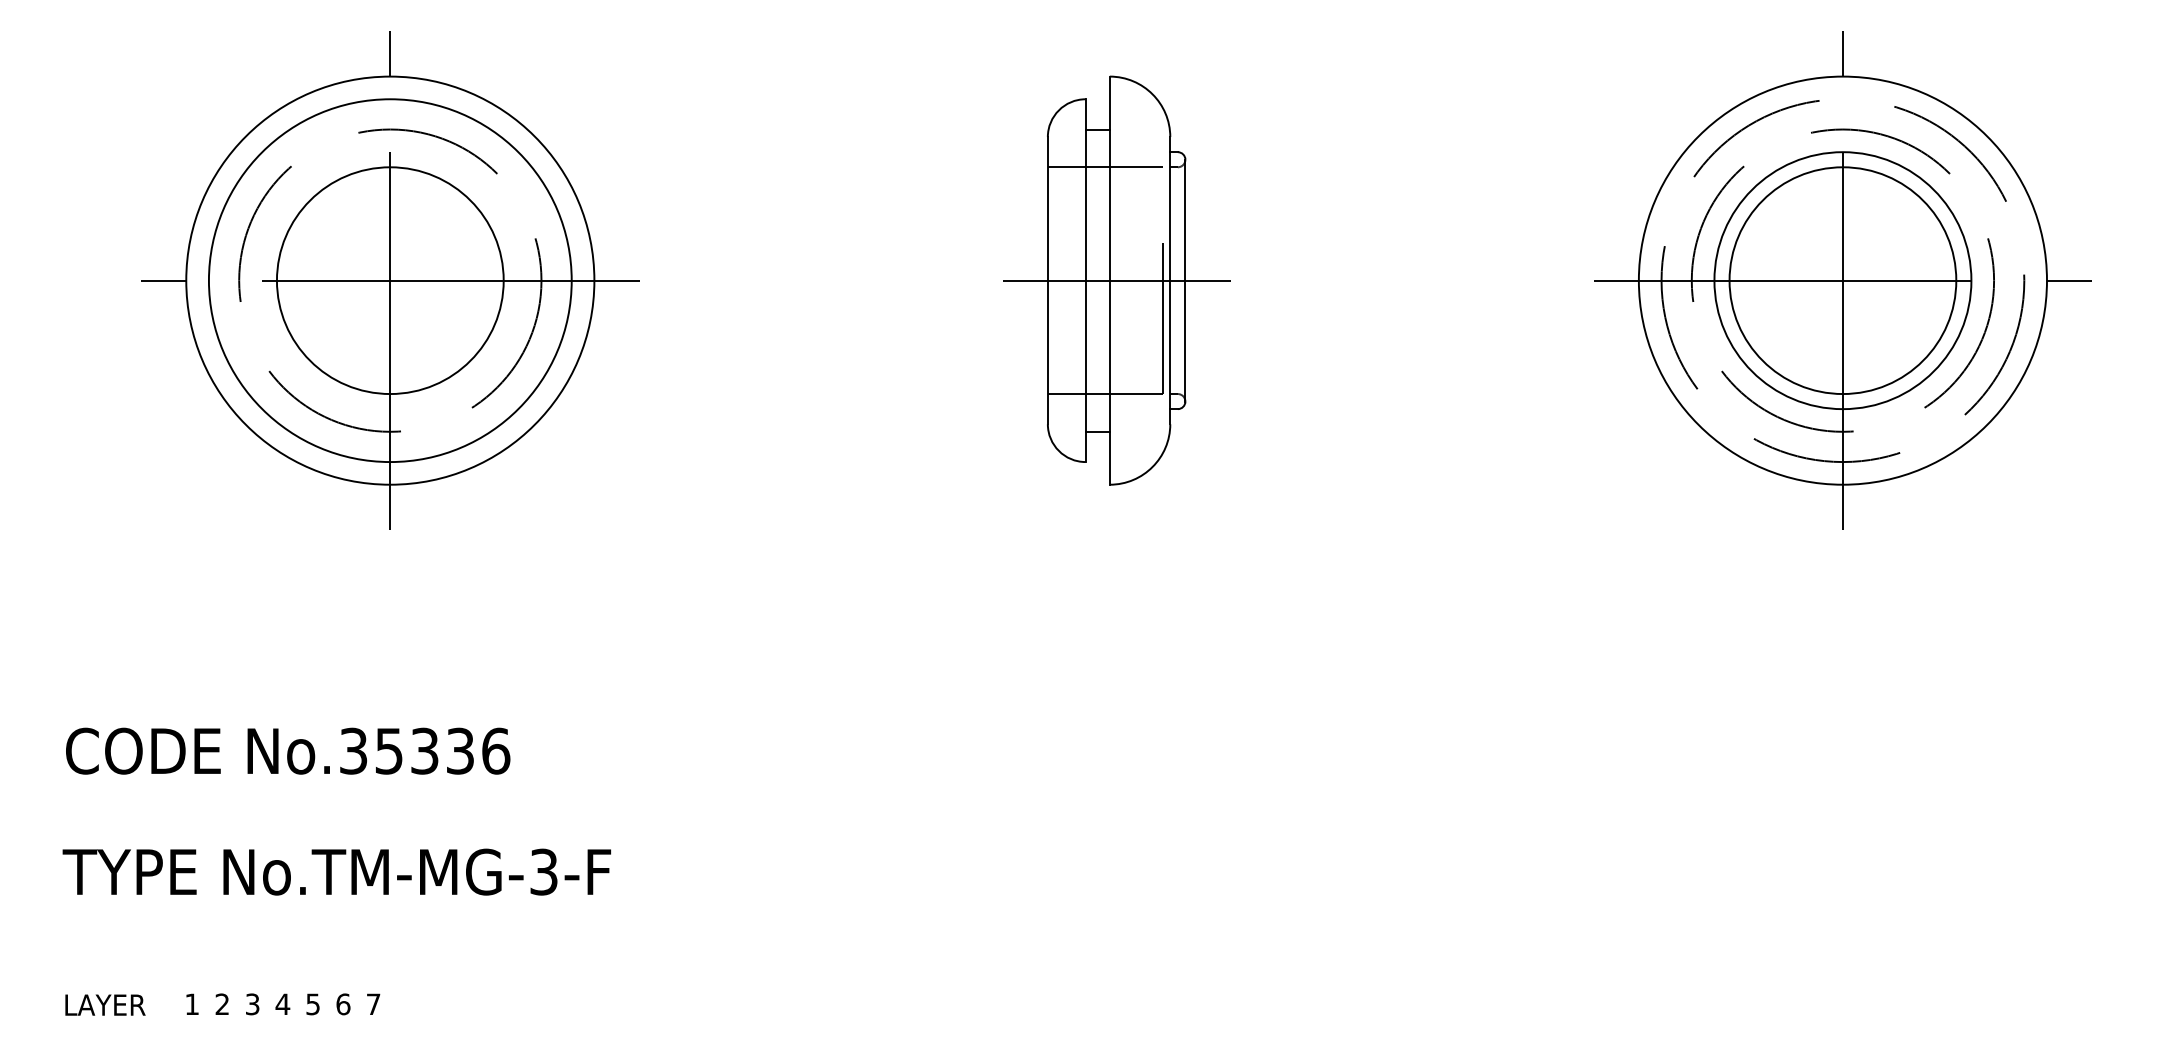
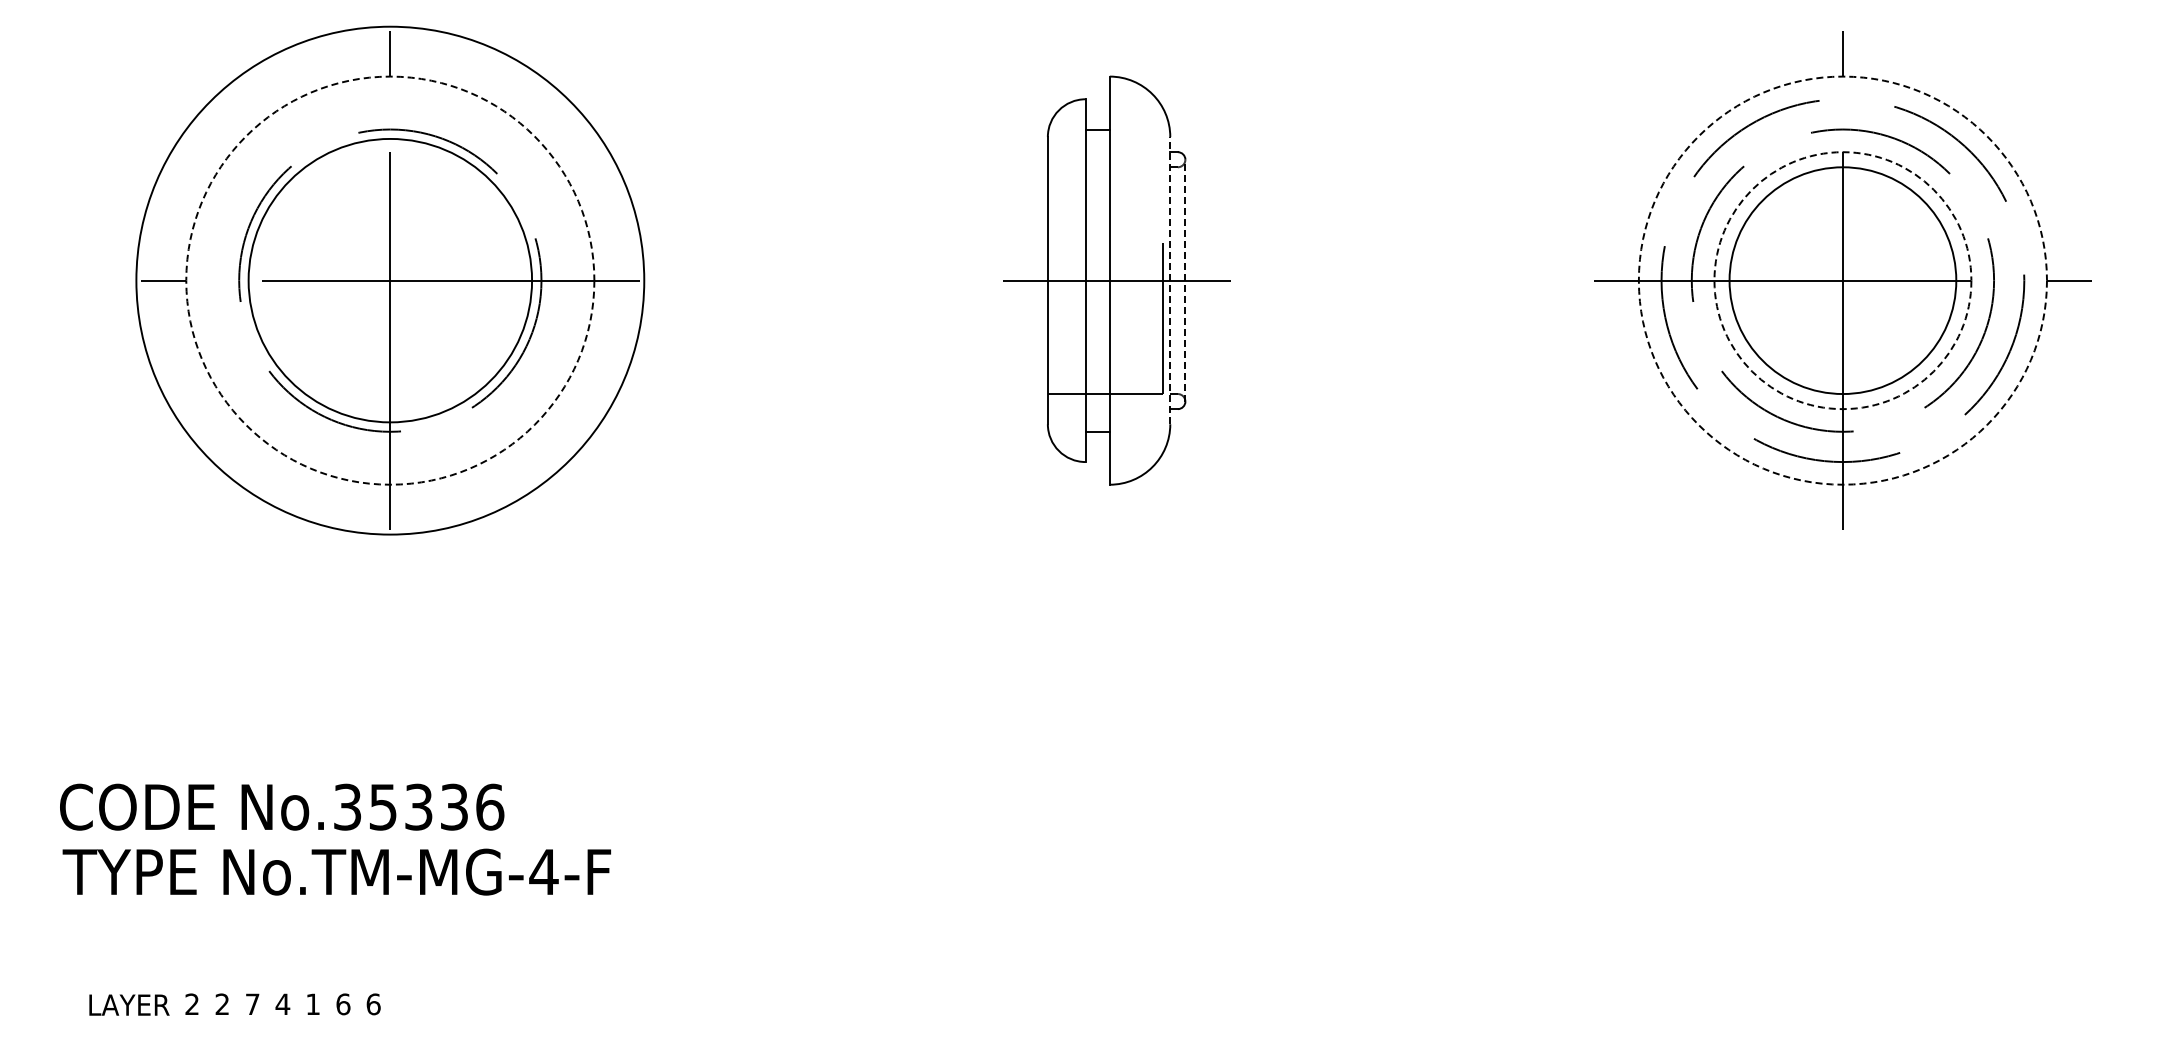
line at (1104, 167): present -> none
circle at (389, 280) diameter: 227 px -> 283 px
circle at (389, 280) diameter: 363 px -> 508 px
circle at (390, 280): solid -> dashed
line at (1170, 280): solid -> dashed
line at (1185, 280): solid -> dashed
circle at (1842, 280): solid -> dashed
circle at (1842, 280): solid -> dashed
text at (288, 750) position: (288, 750) -> (282, 806)
text at (543, 871): No.TM-MG-3-F -> No.TM-MG-4-F
text at (191, 1003): 1 -> 2
text at (105, 1004) position: (105, 1004) -> (129, 1004)
text at (252, 1004): 3 -> 7
text at (312, 1004): 5 -> 1
text at (373, 1004): 7 -> 6
